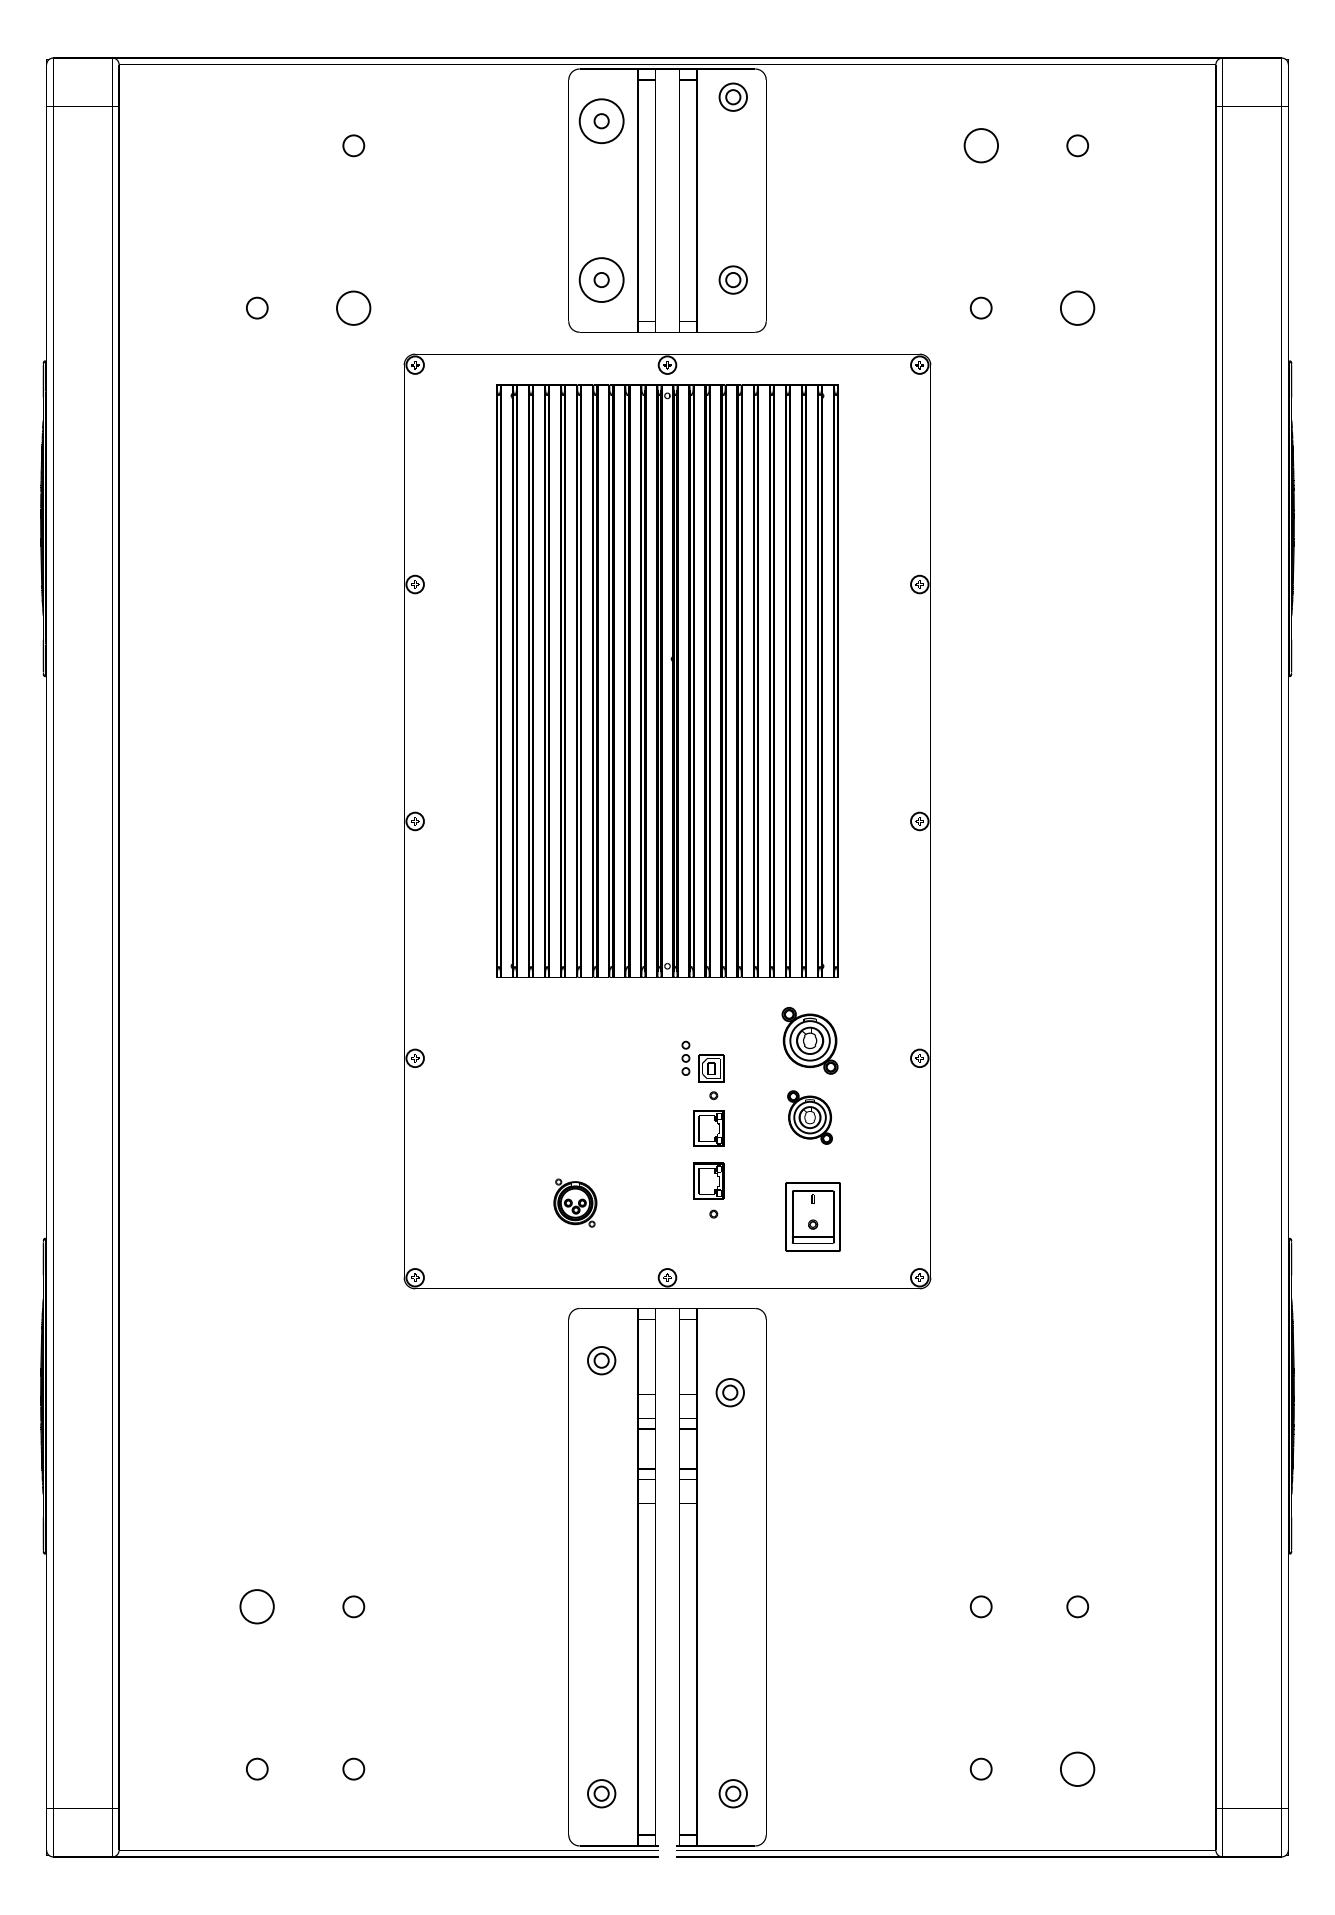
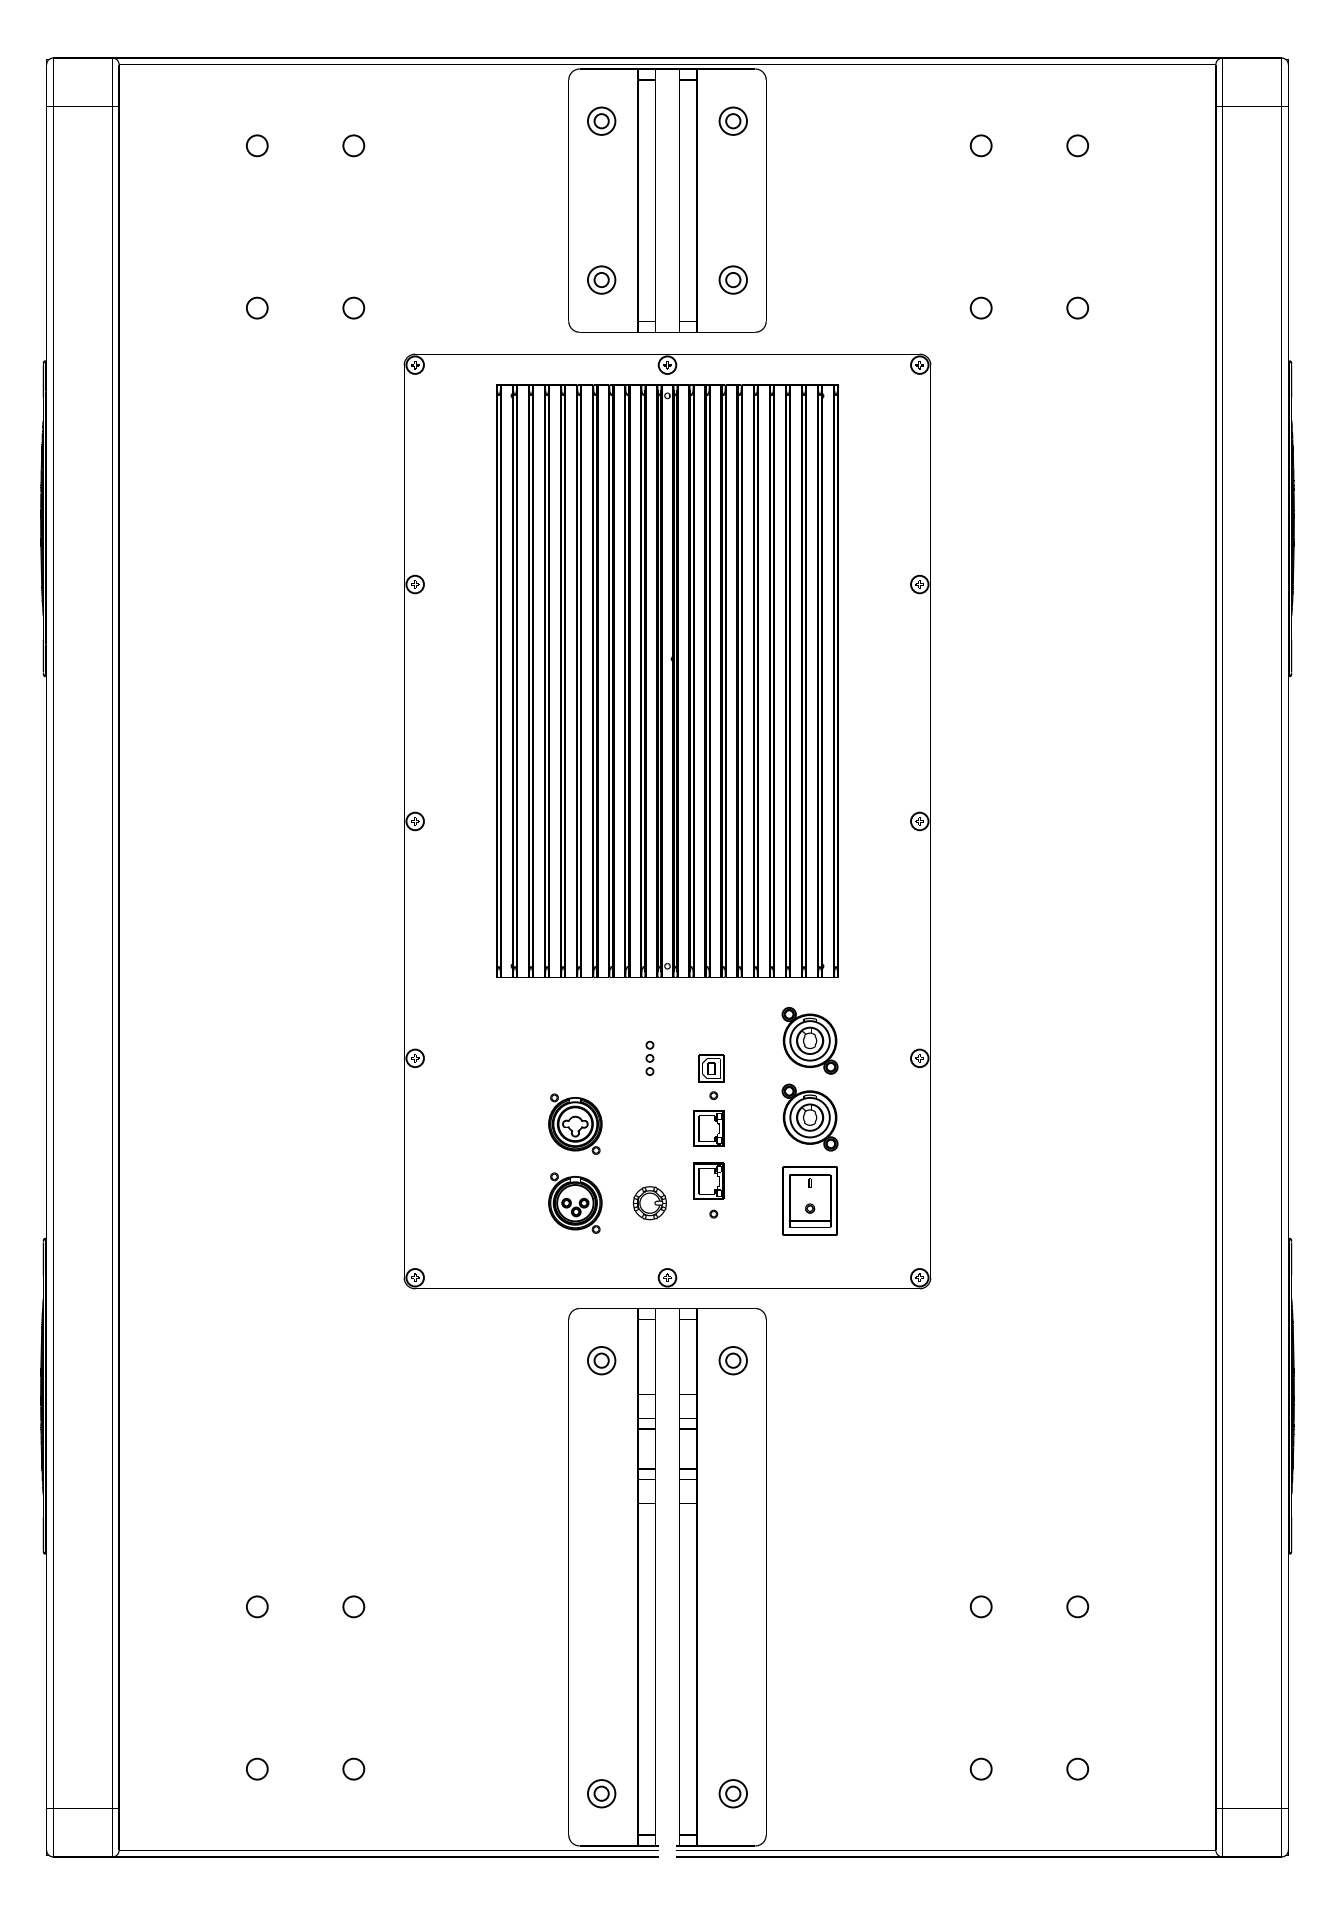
part at (732, 96) position: (732, 96) -> (732, 120)
circle at (601, 121) diameter: 44 px -> 27 px
circle at (257, 145): none -> present
circle at (980, 145) size: 36x36 px -> 24x24 px
circle at (601, 280) diameter: 44 px -> 27 px
circle at (353, 307) size: 36x36 px -> 24x24 px
circle at (1077, 307) size: 36x36 px -> 24x24 px
part at (685, 1057) position: (685, 1057) -> (649, 1057)
part at (809, 1117) size: 46x55 px -> 58x69 px
part at (575, 1123): none -> present
part at (575, 1202) size: 45x50 px -> 55x62 px
part at (649, 1203): none -> present
part at (812, 1216) position: (812, 1216) -> (809, 1200)
part at (729, 1392) position: (729, 1392) -> (732, 1360)
circle at (256, 1606) size: 36x36 px -> 23x24 px
circle at (1077, 1768) size: 36x36 px -> 24x24 px
